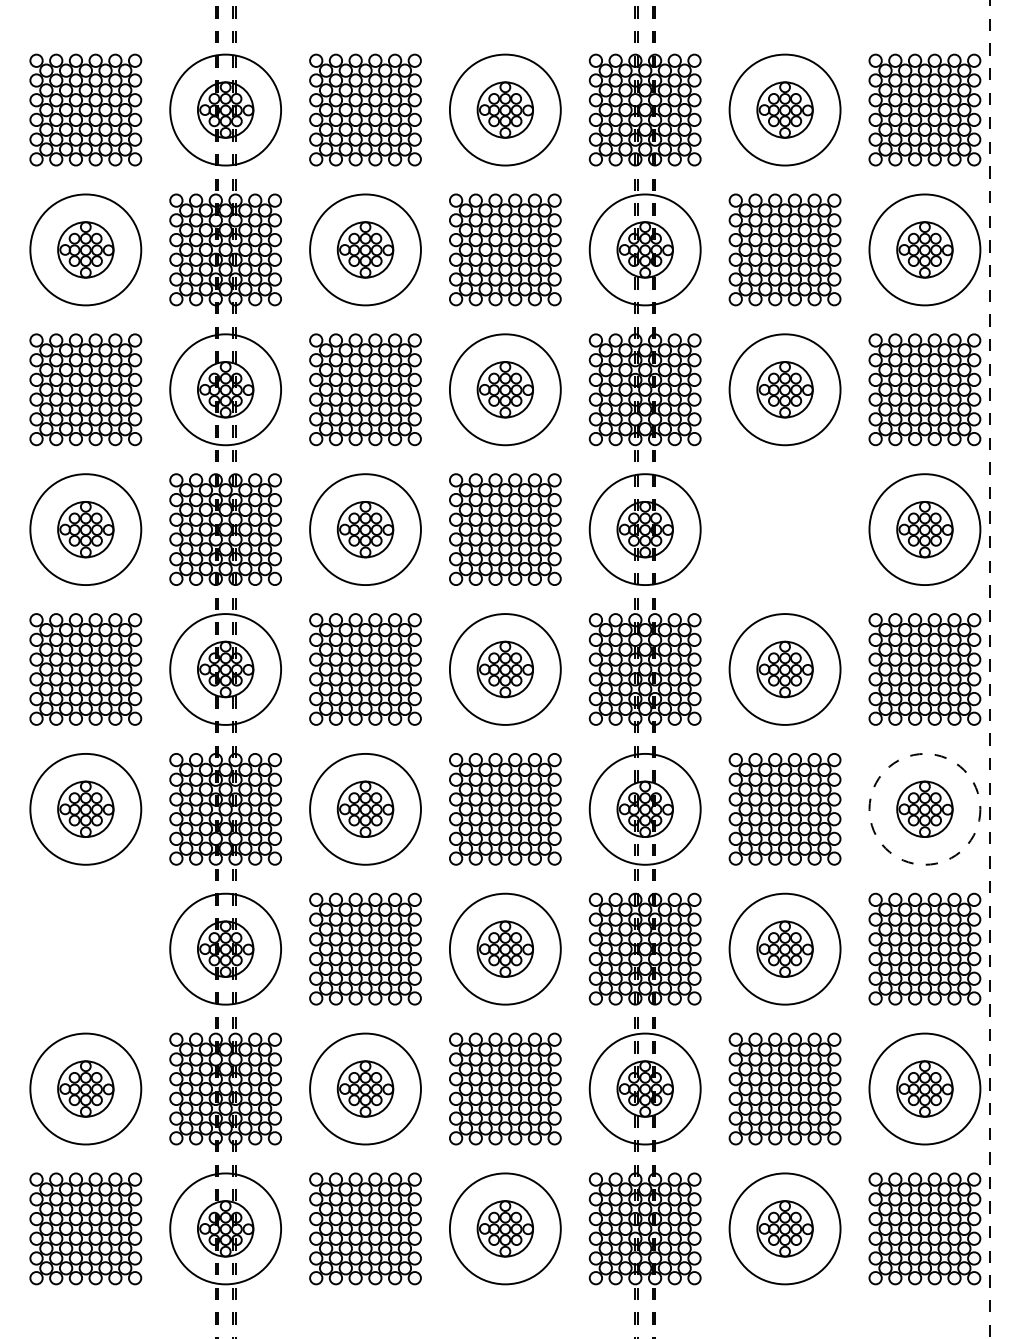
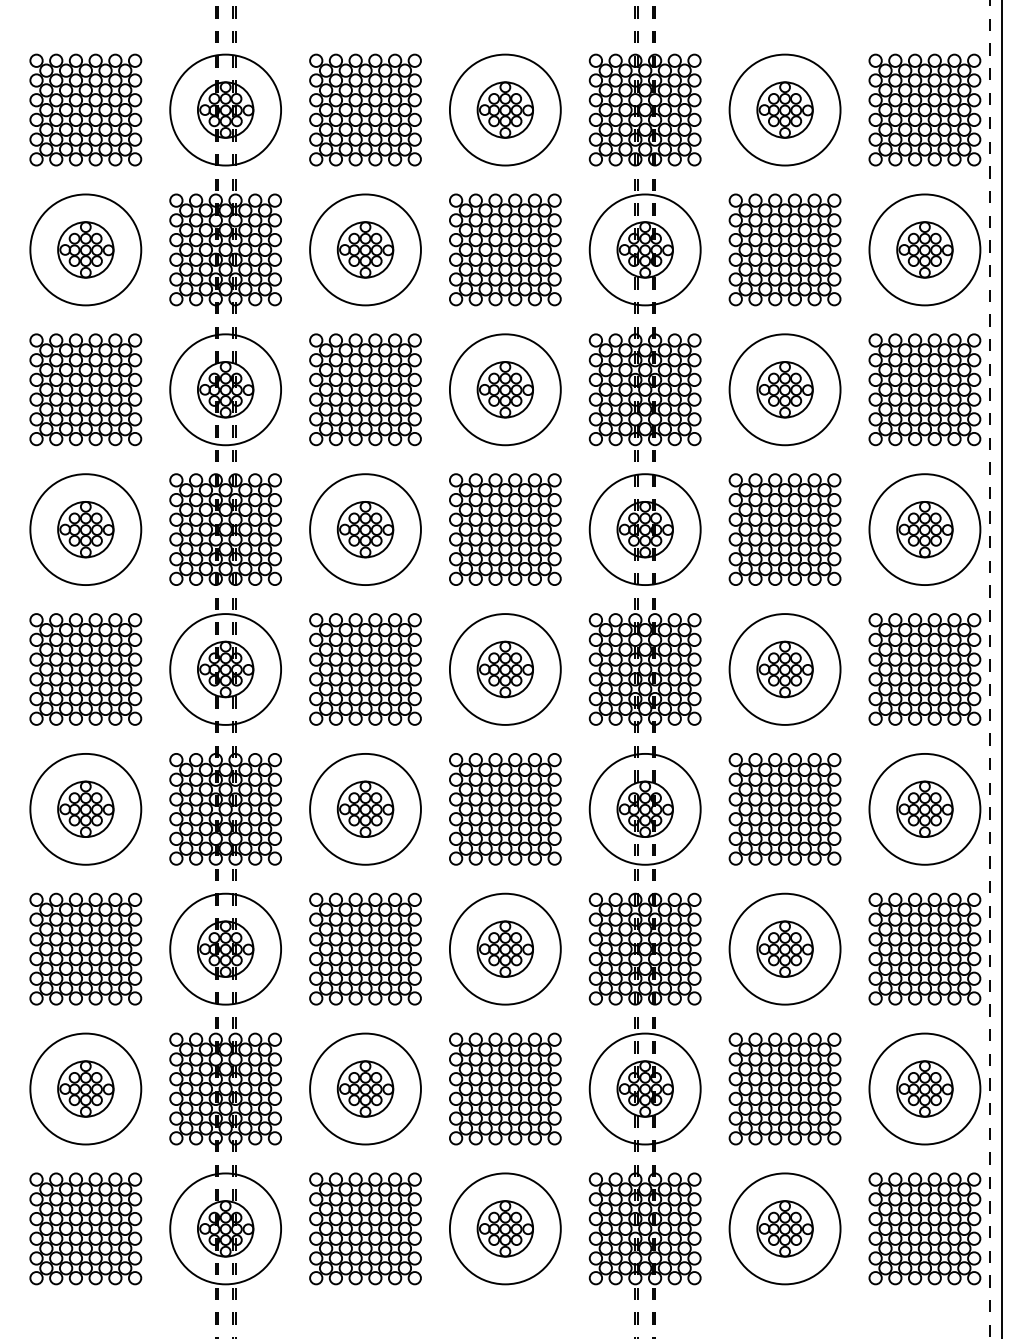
part at (784, 529): none -> present
line at (1001, 668): none -> present
circle at (924, 808): dashed -> solid
part at (85, 948): none -> present
